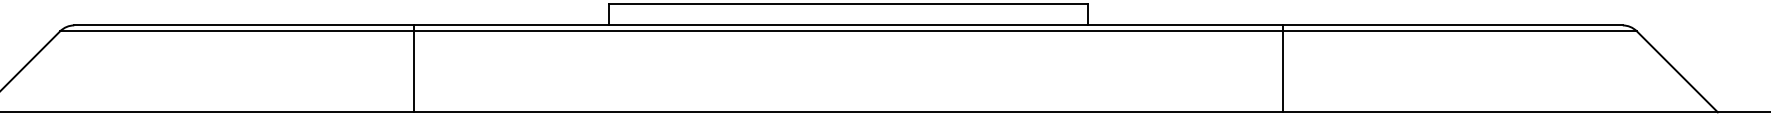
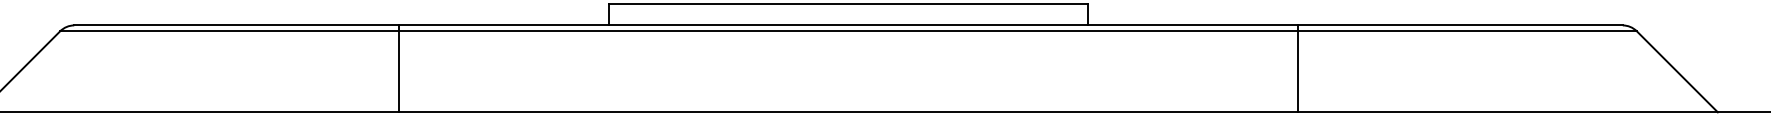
line at (413, 68) position: (413, 68) -> (398, 68)
line at (1283, 68) position: (1283, 68) -> (1298, 68)
